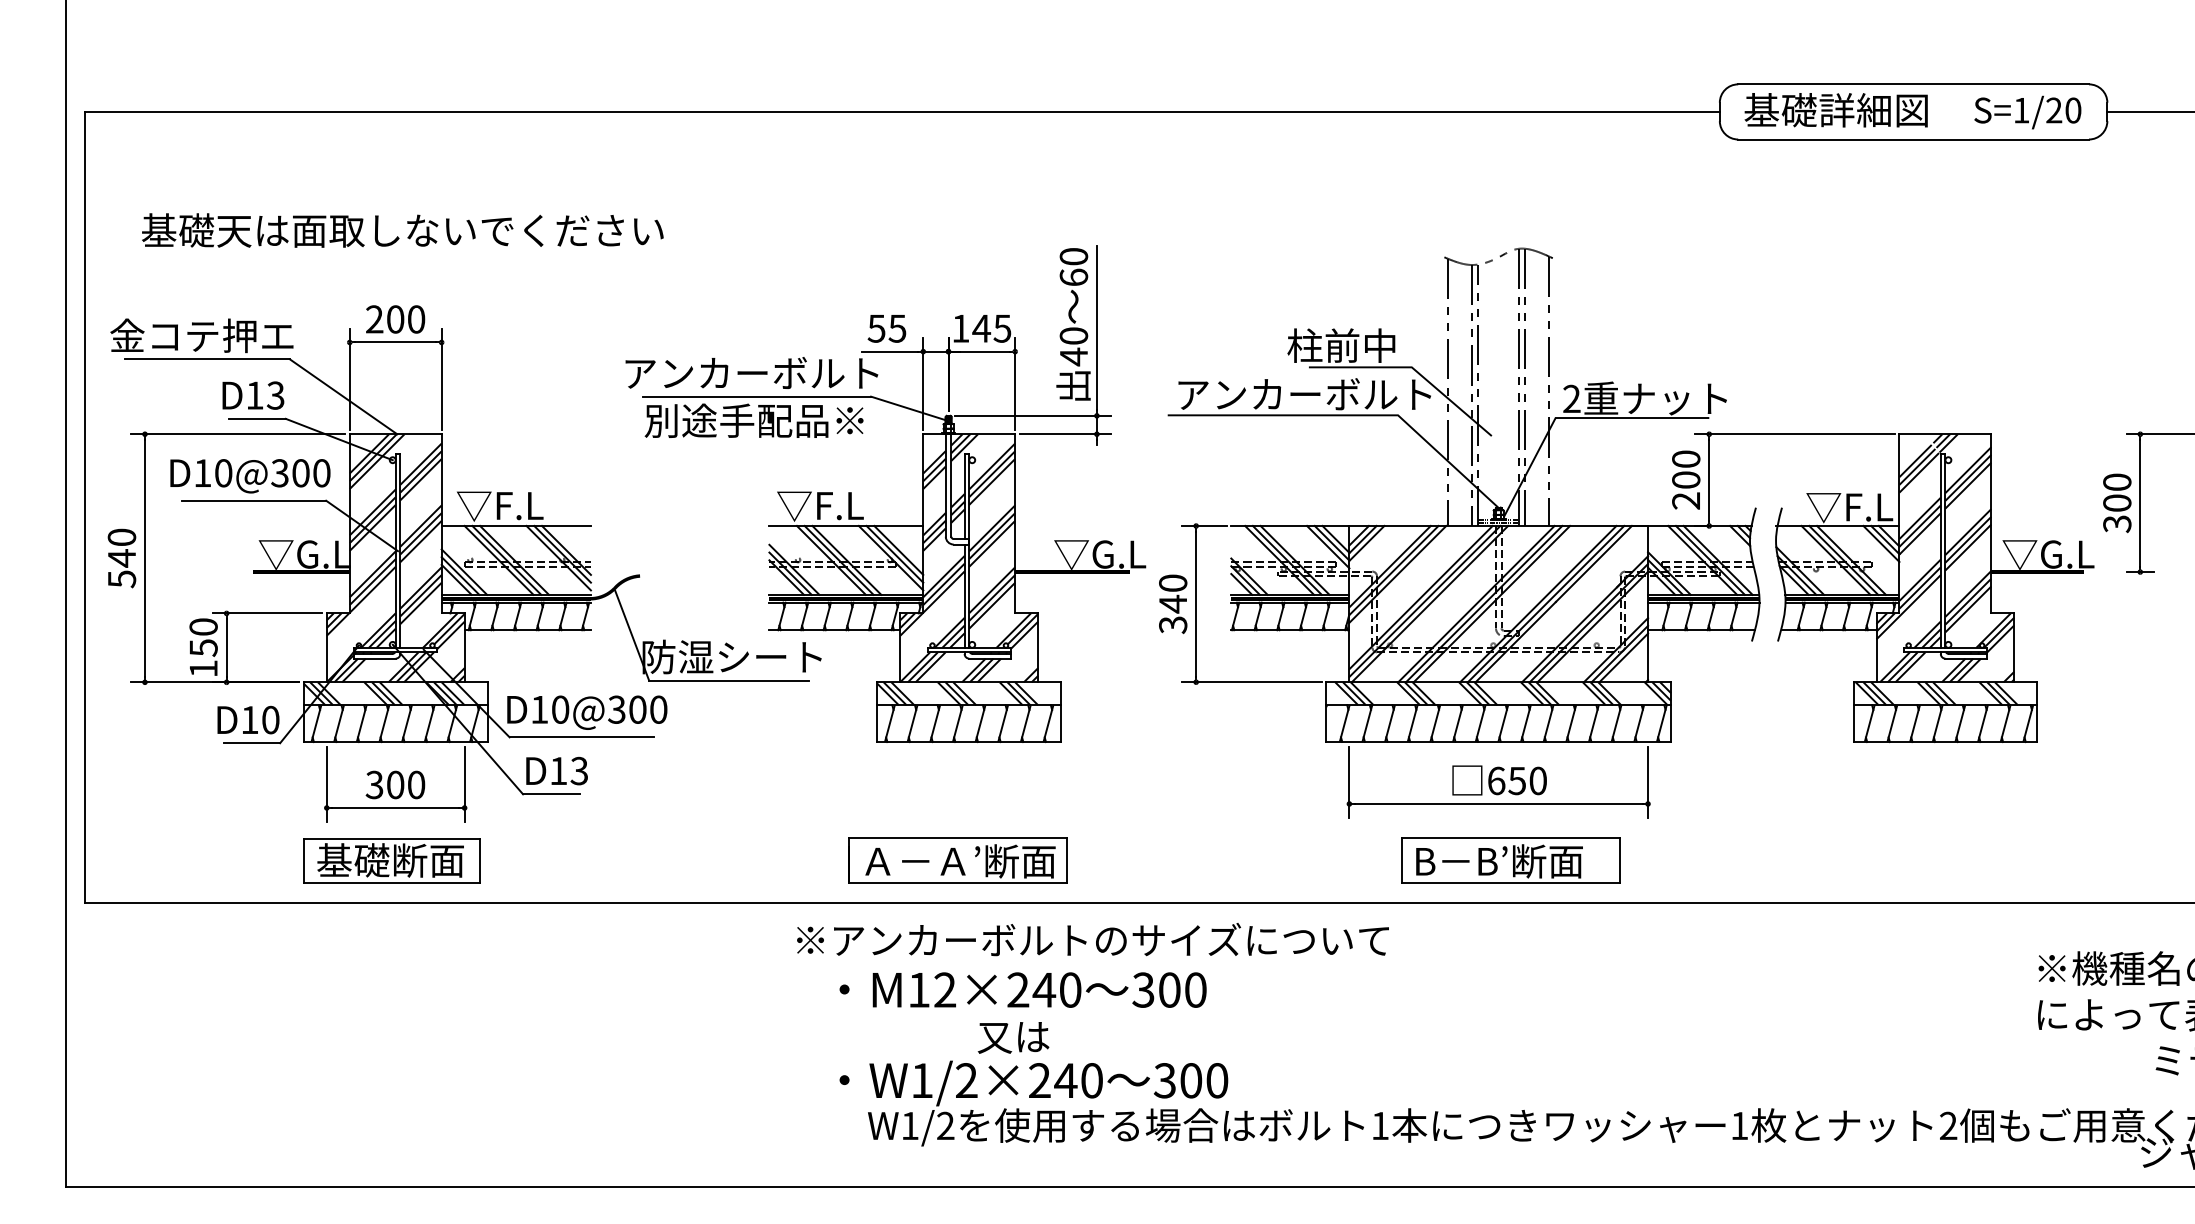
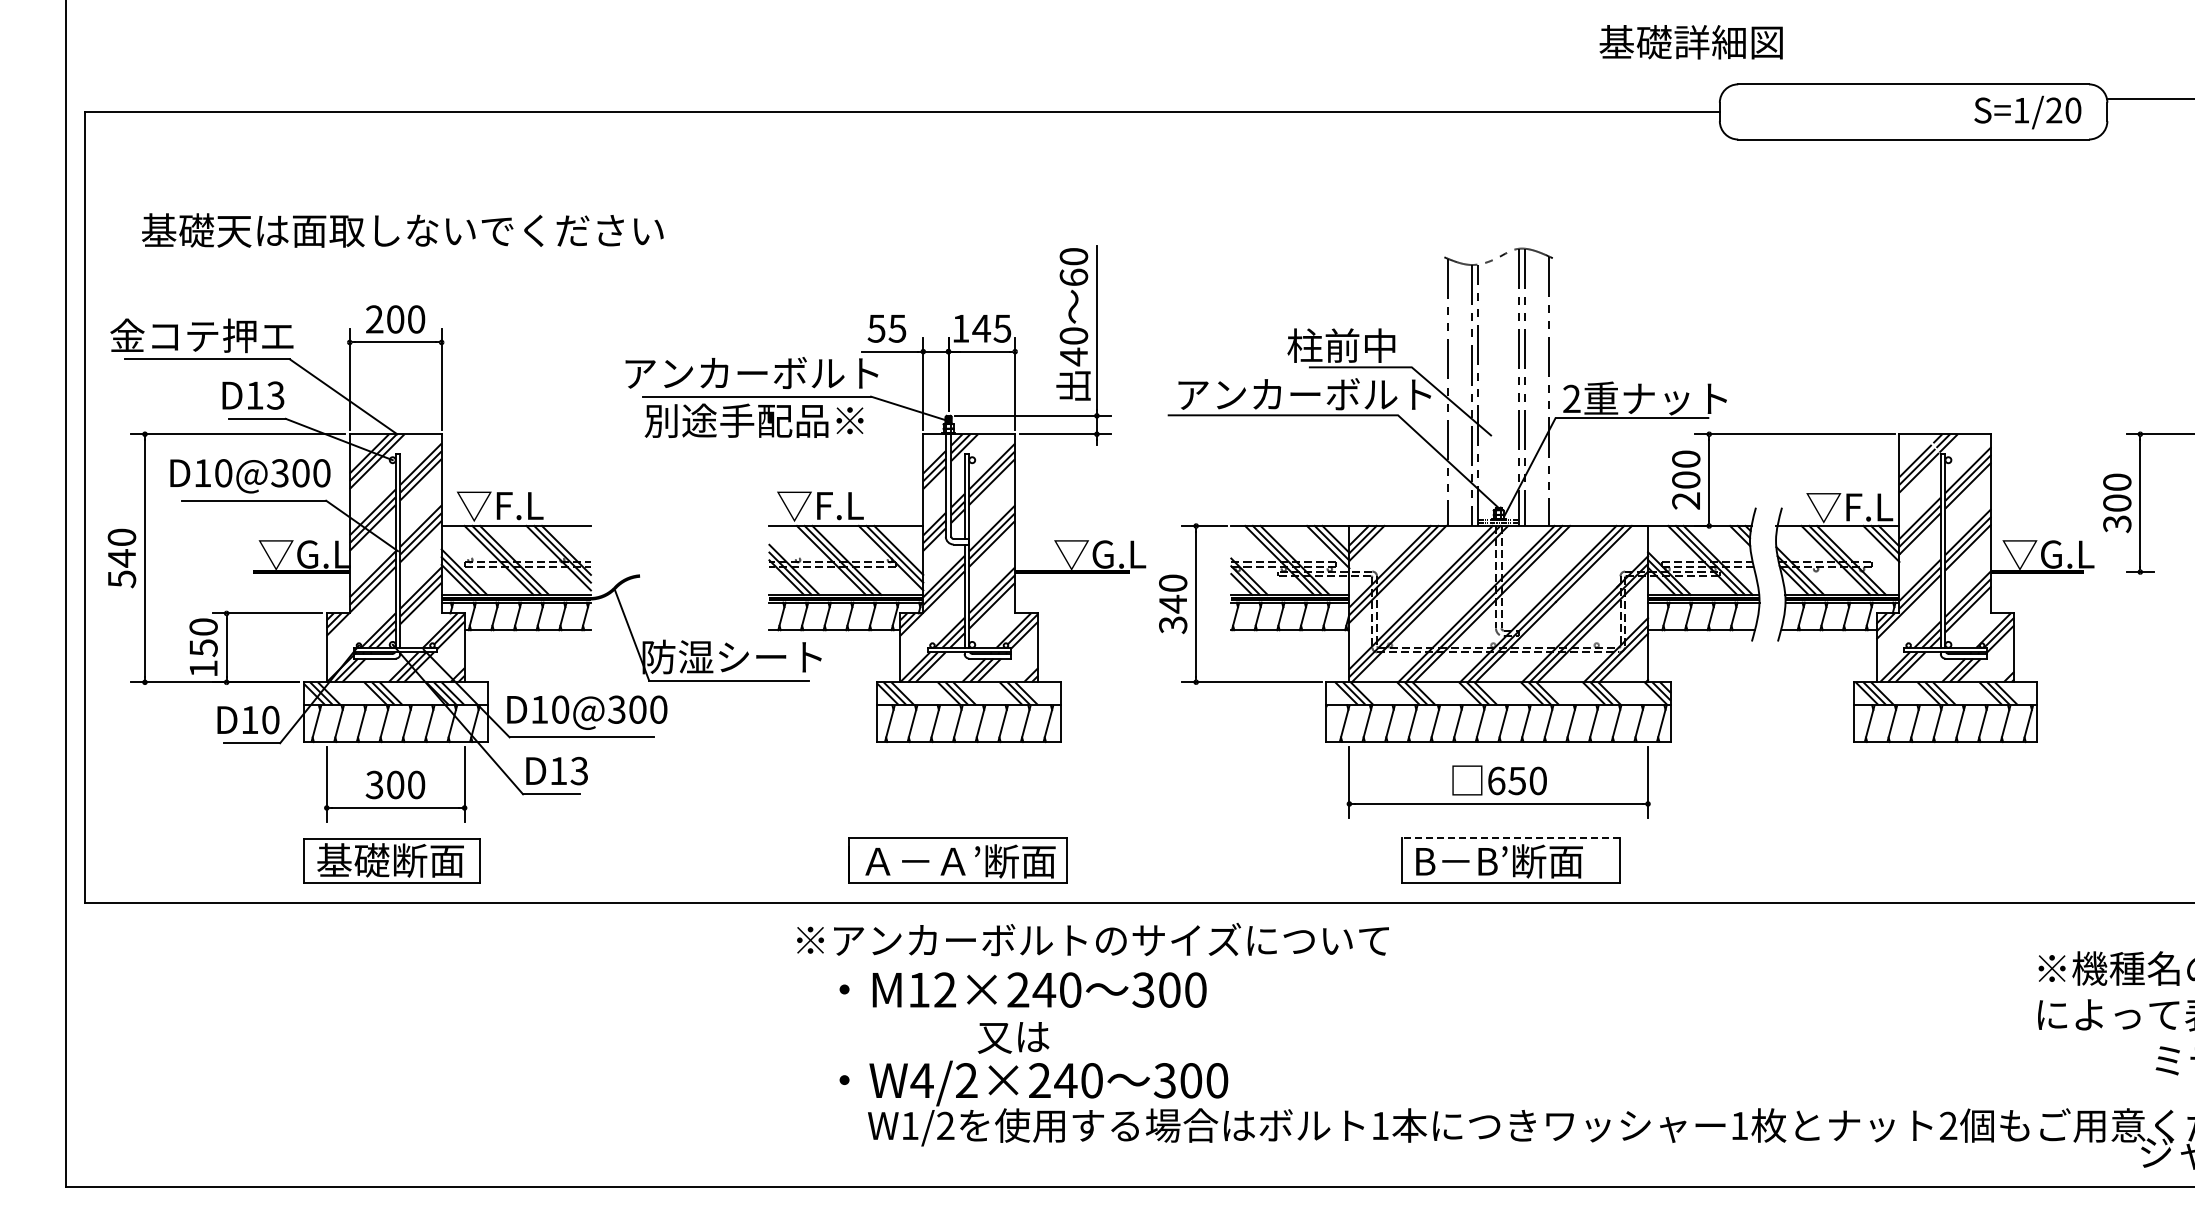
text at (1835, 110) position: (1835, 110) -> (1690, 42)
line at (2149, 111) position: (2149, 111) -> (2149, 98)
line at (1510, 837): solid -> dashed
text at (921, 1080): W1/2×240 -> W4/2×240
